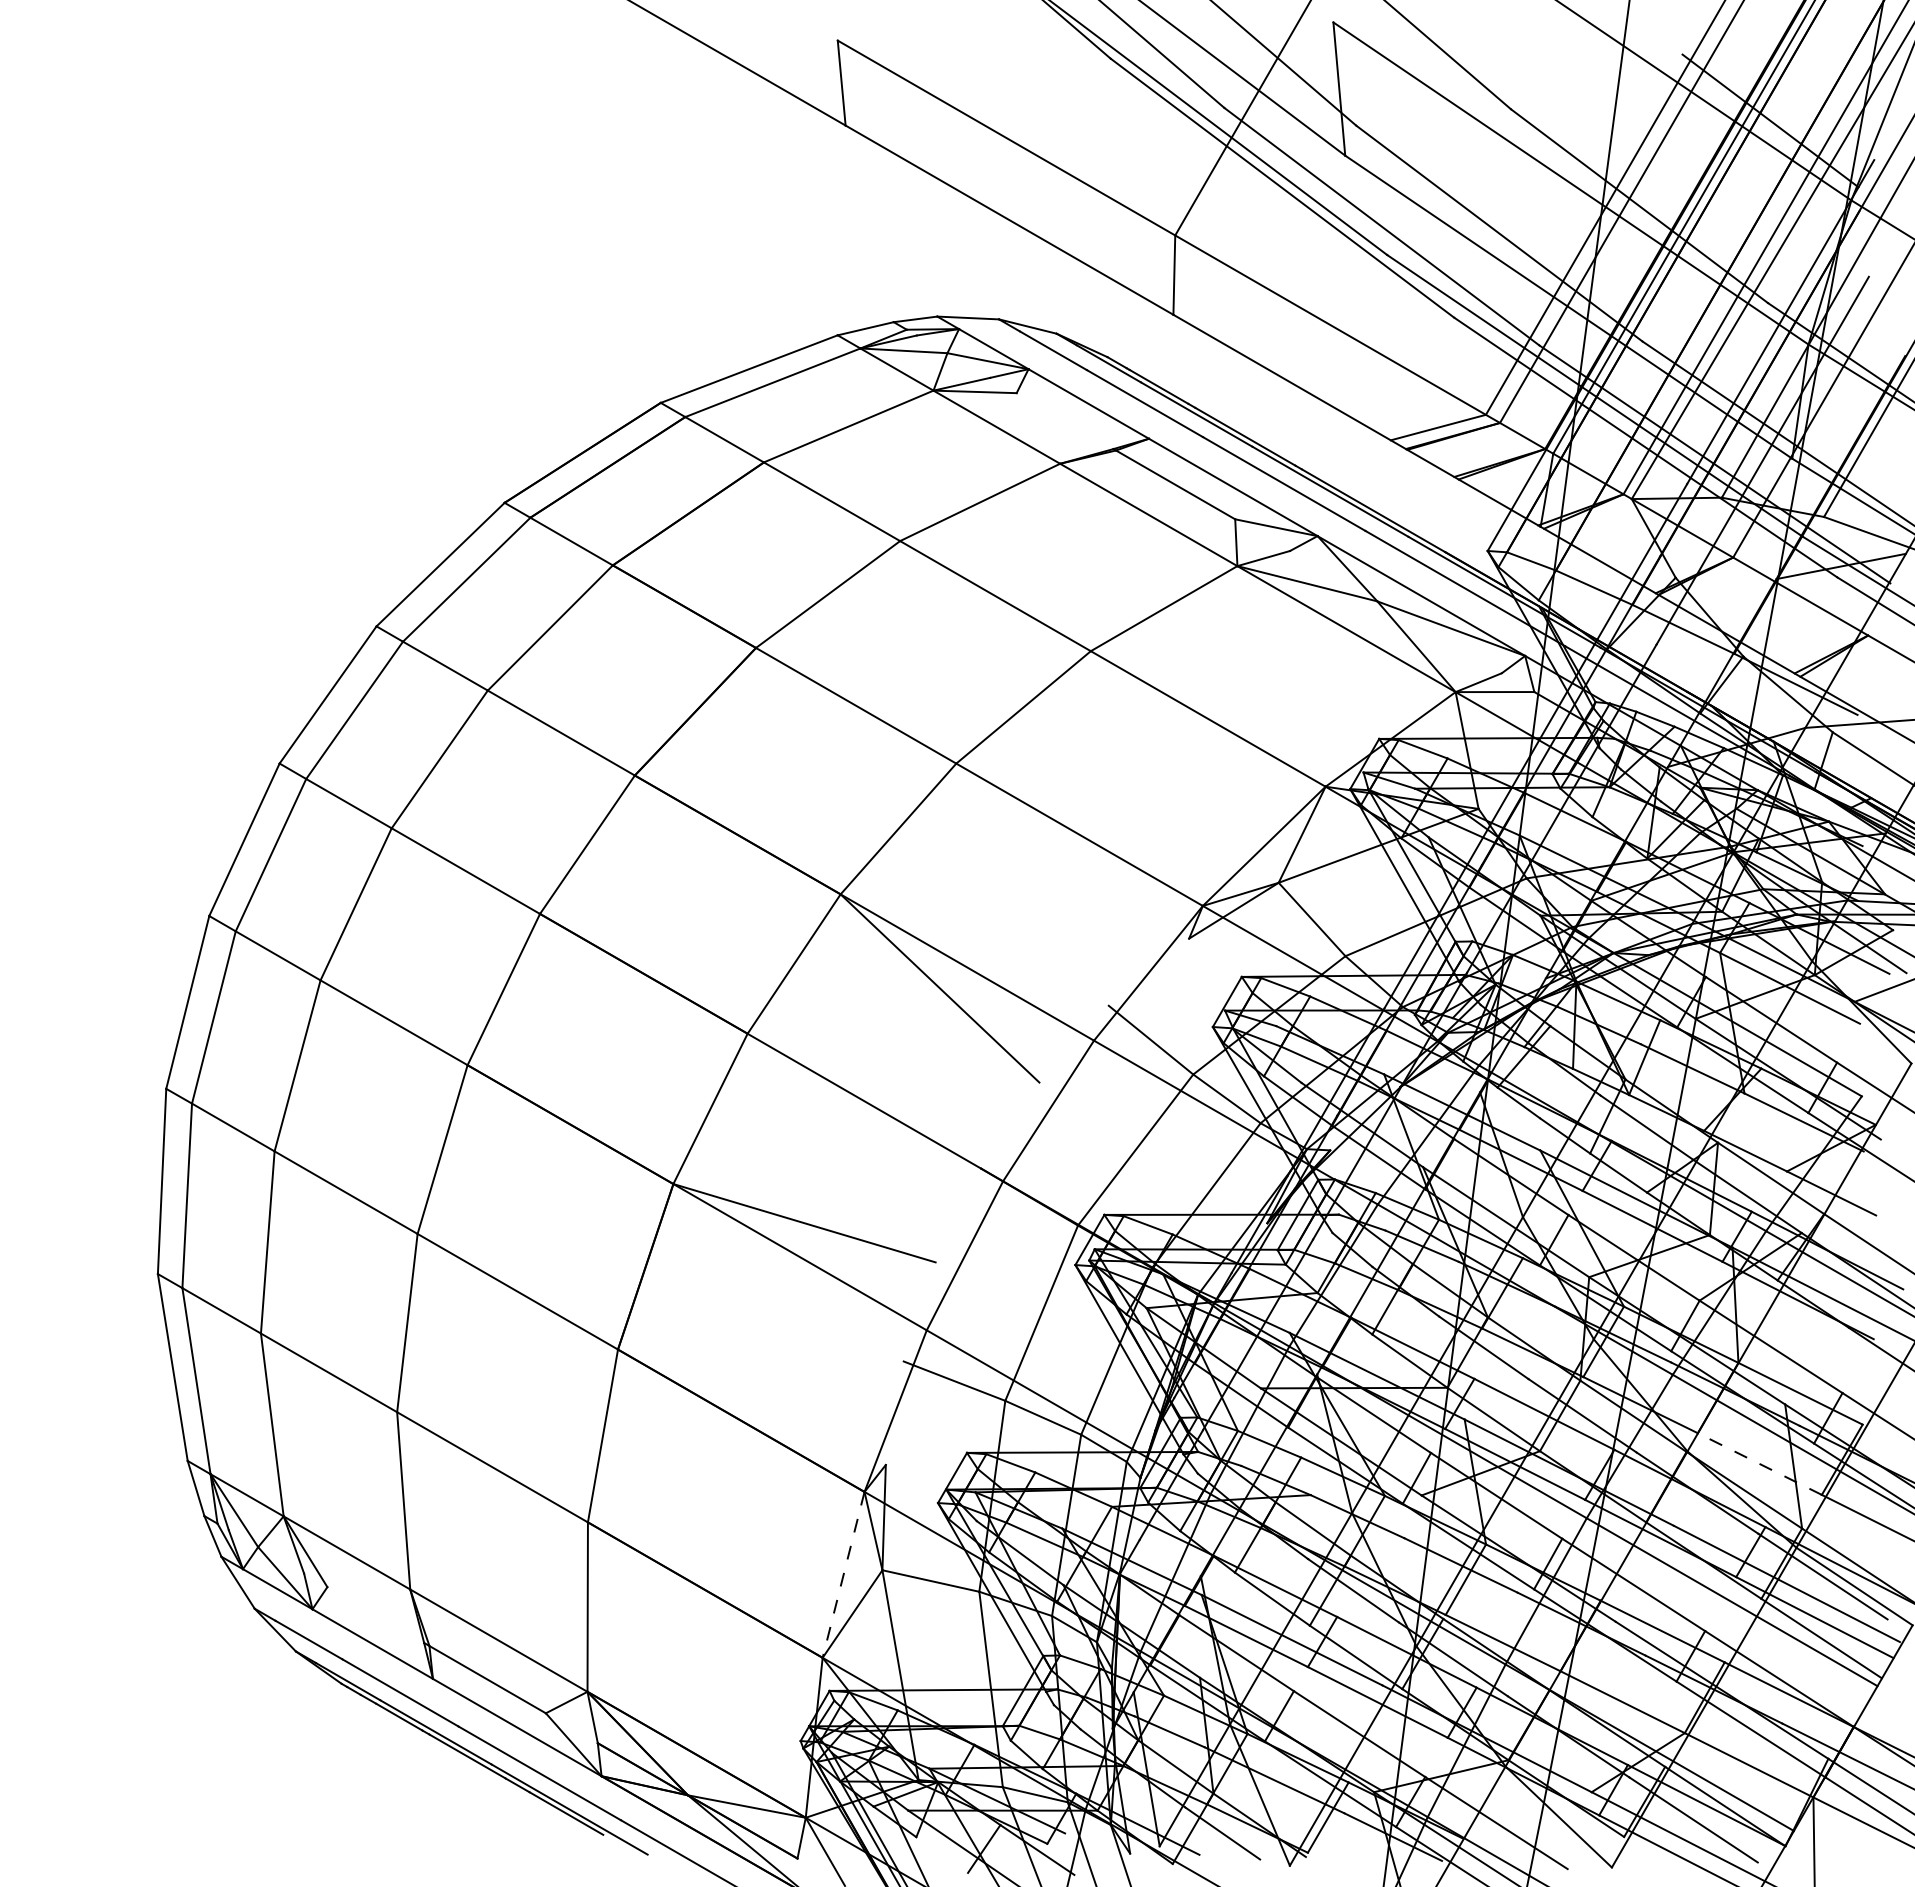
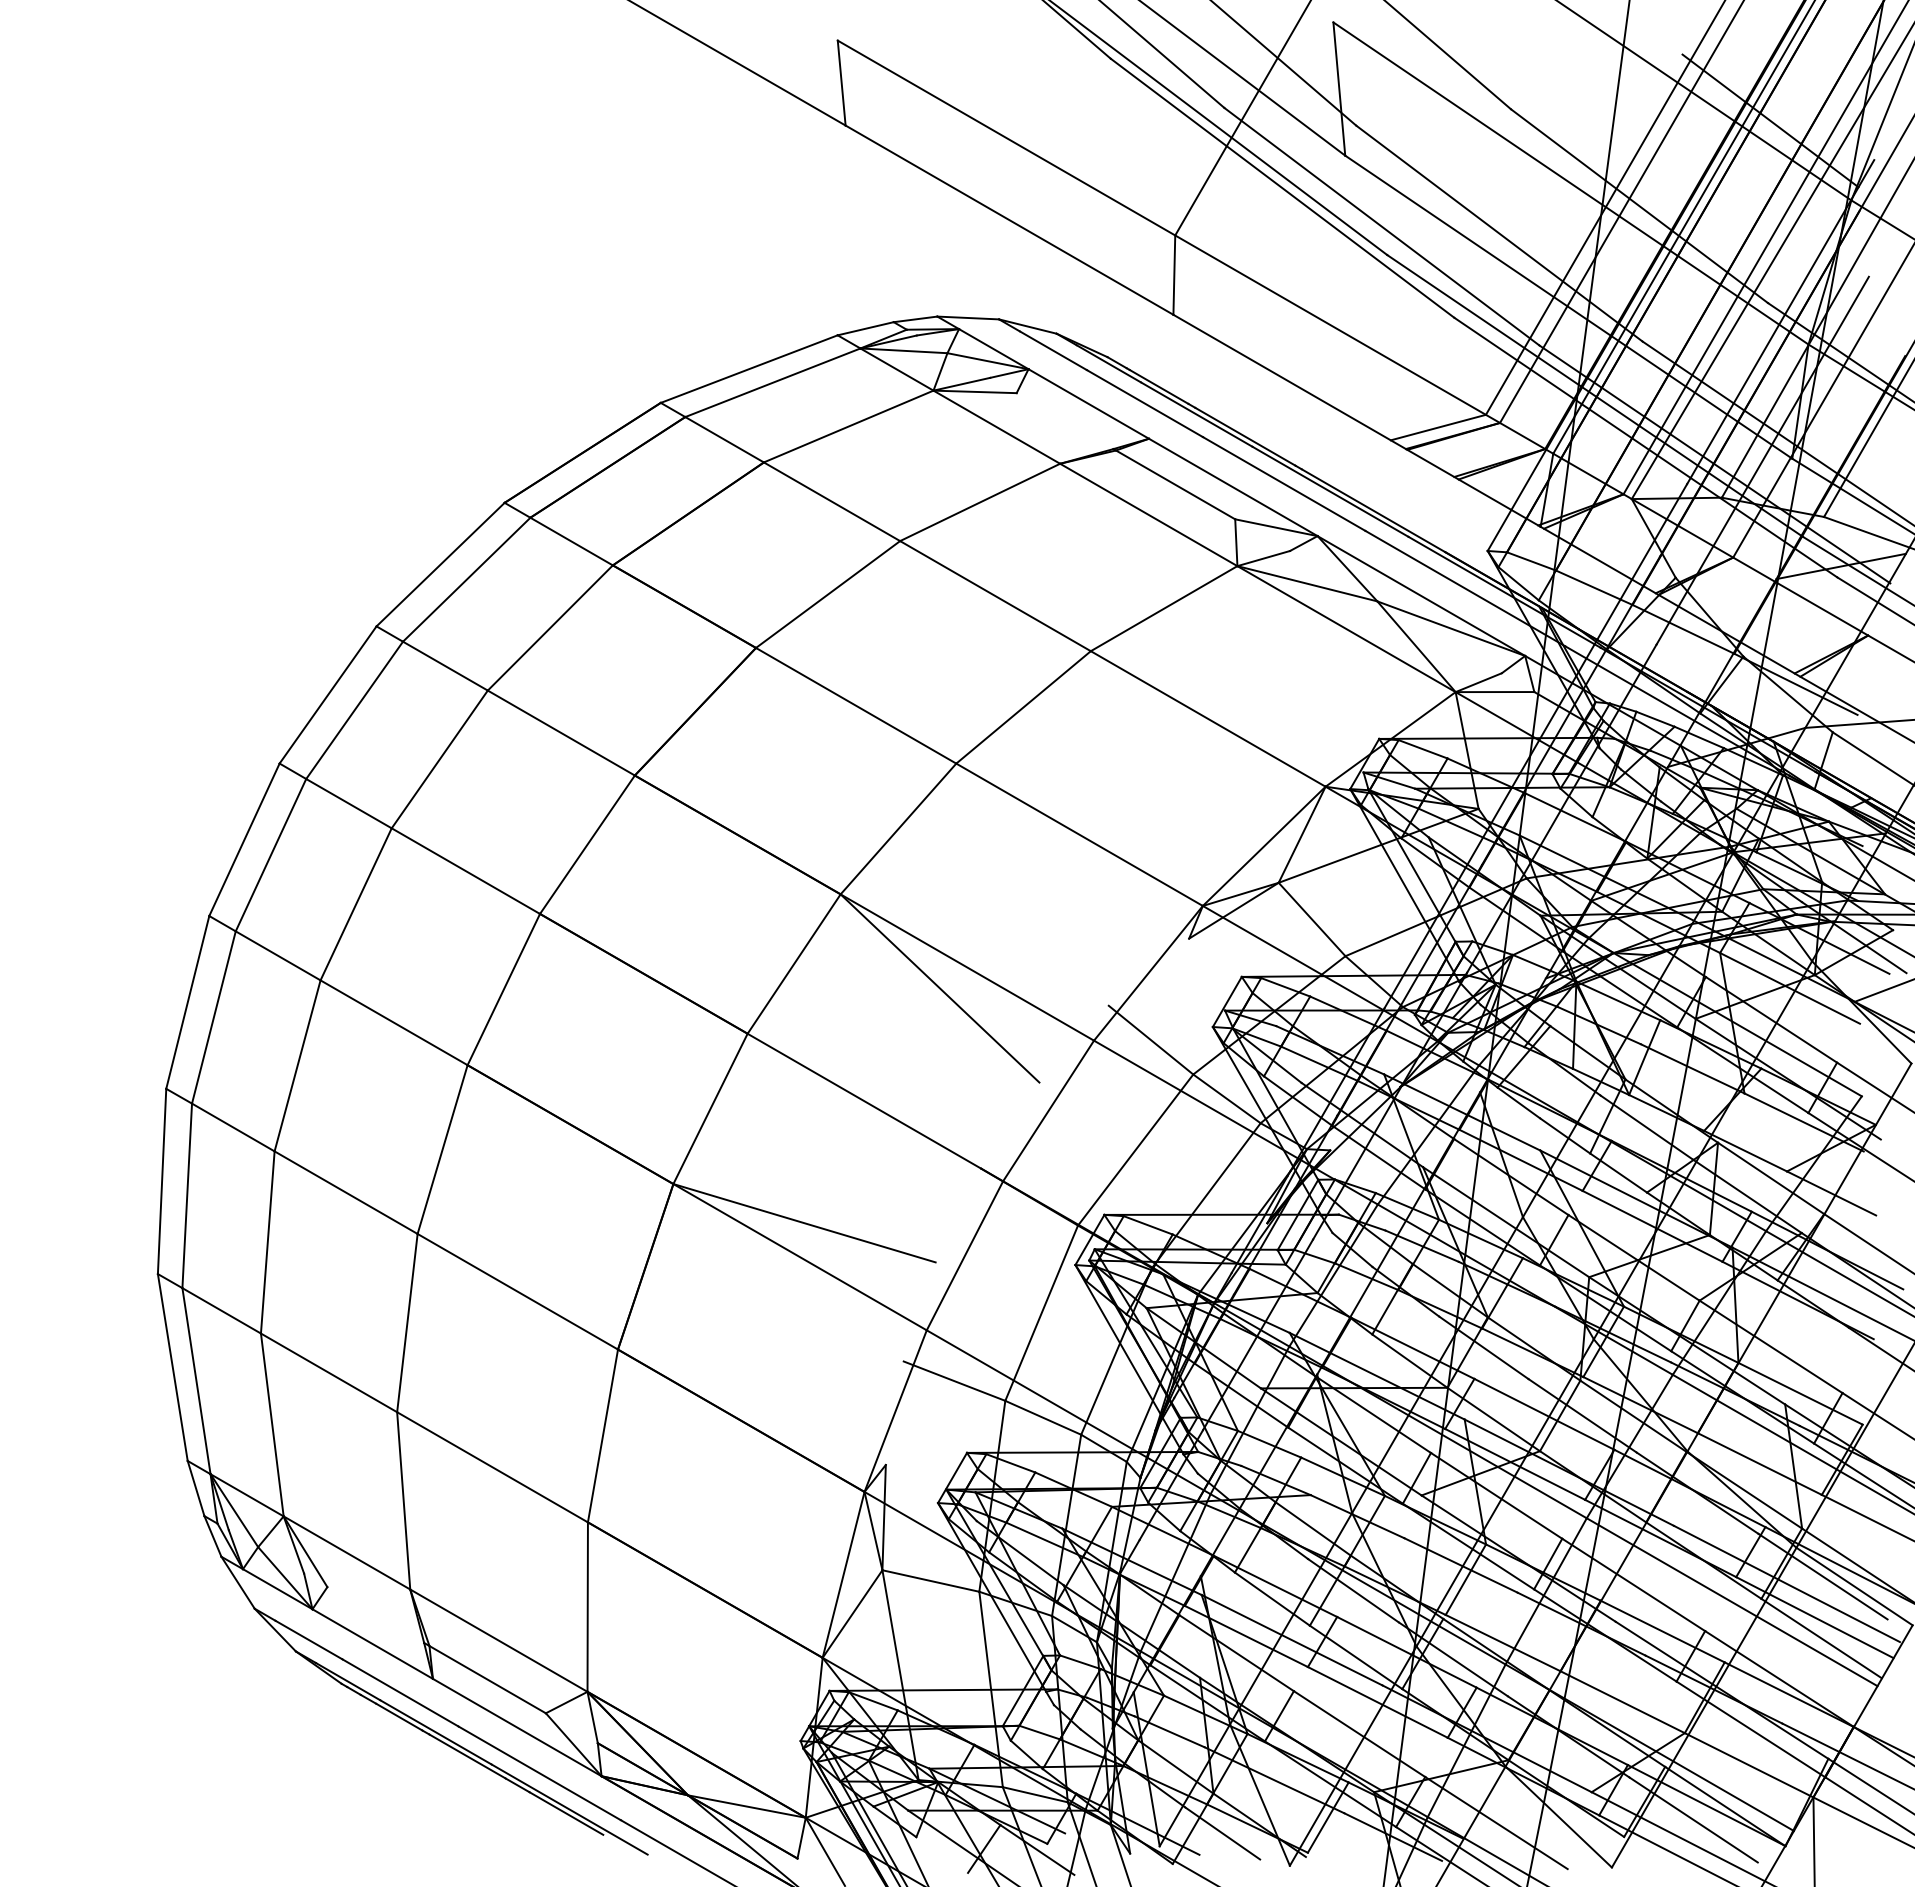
line at (1759, 1463): dashed -> solid
line at (843, 1574): dashed -> solid
